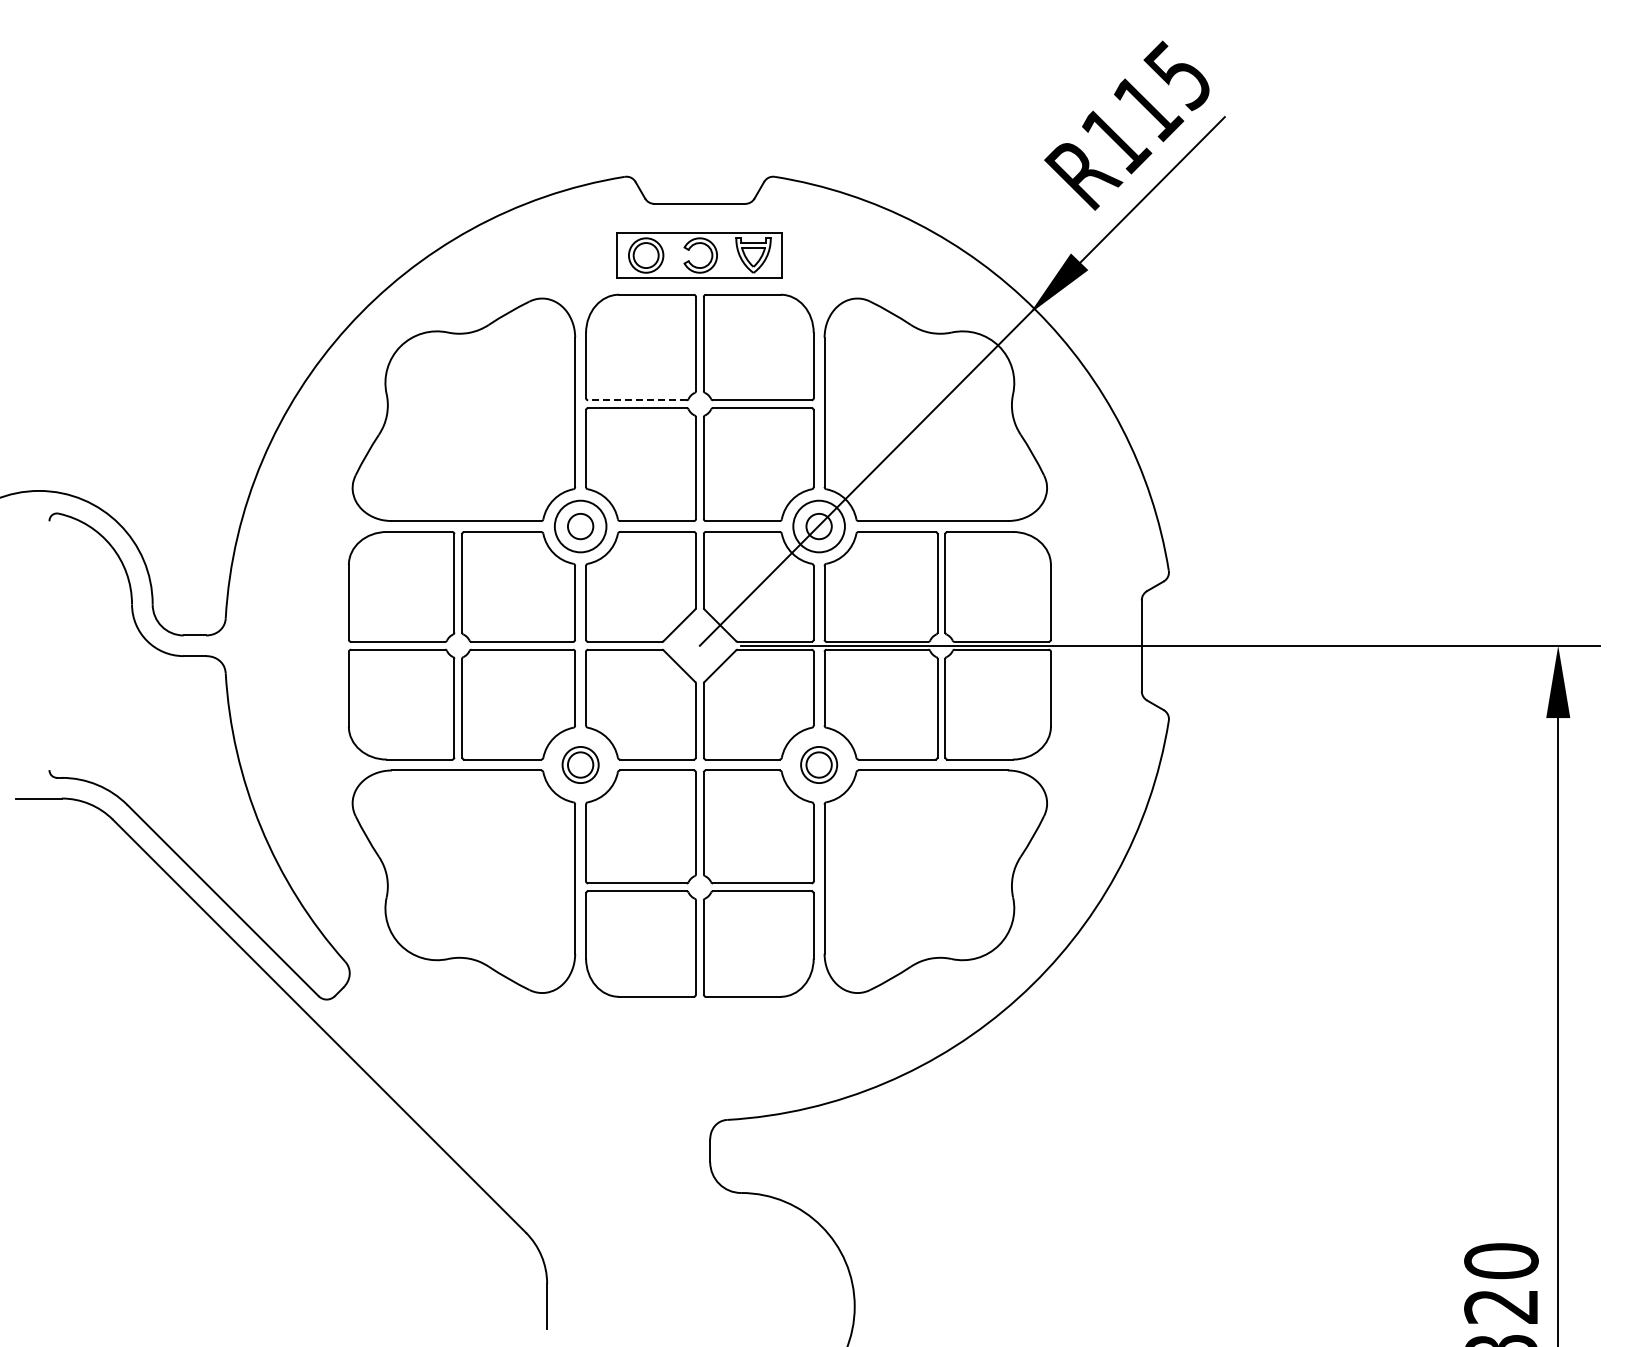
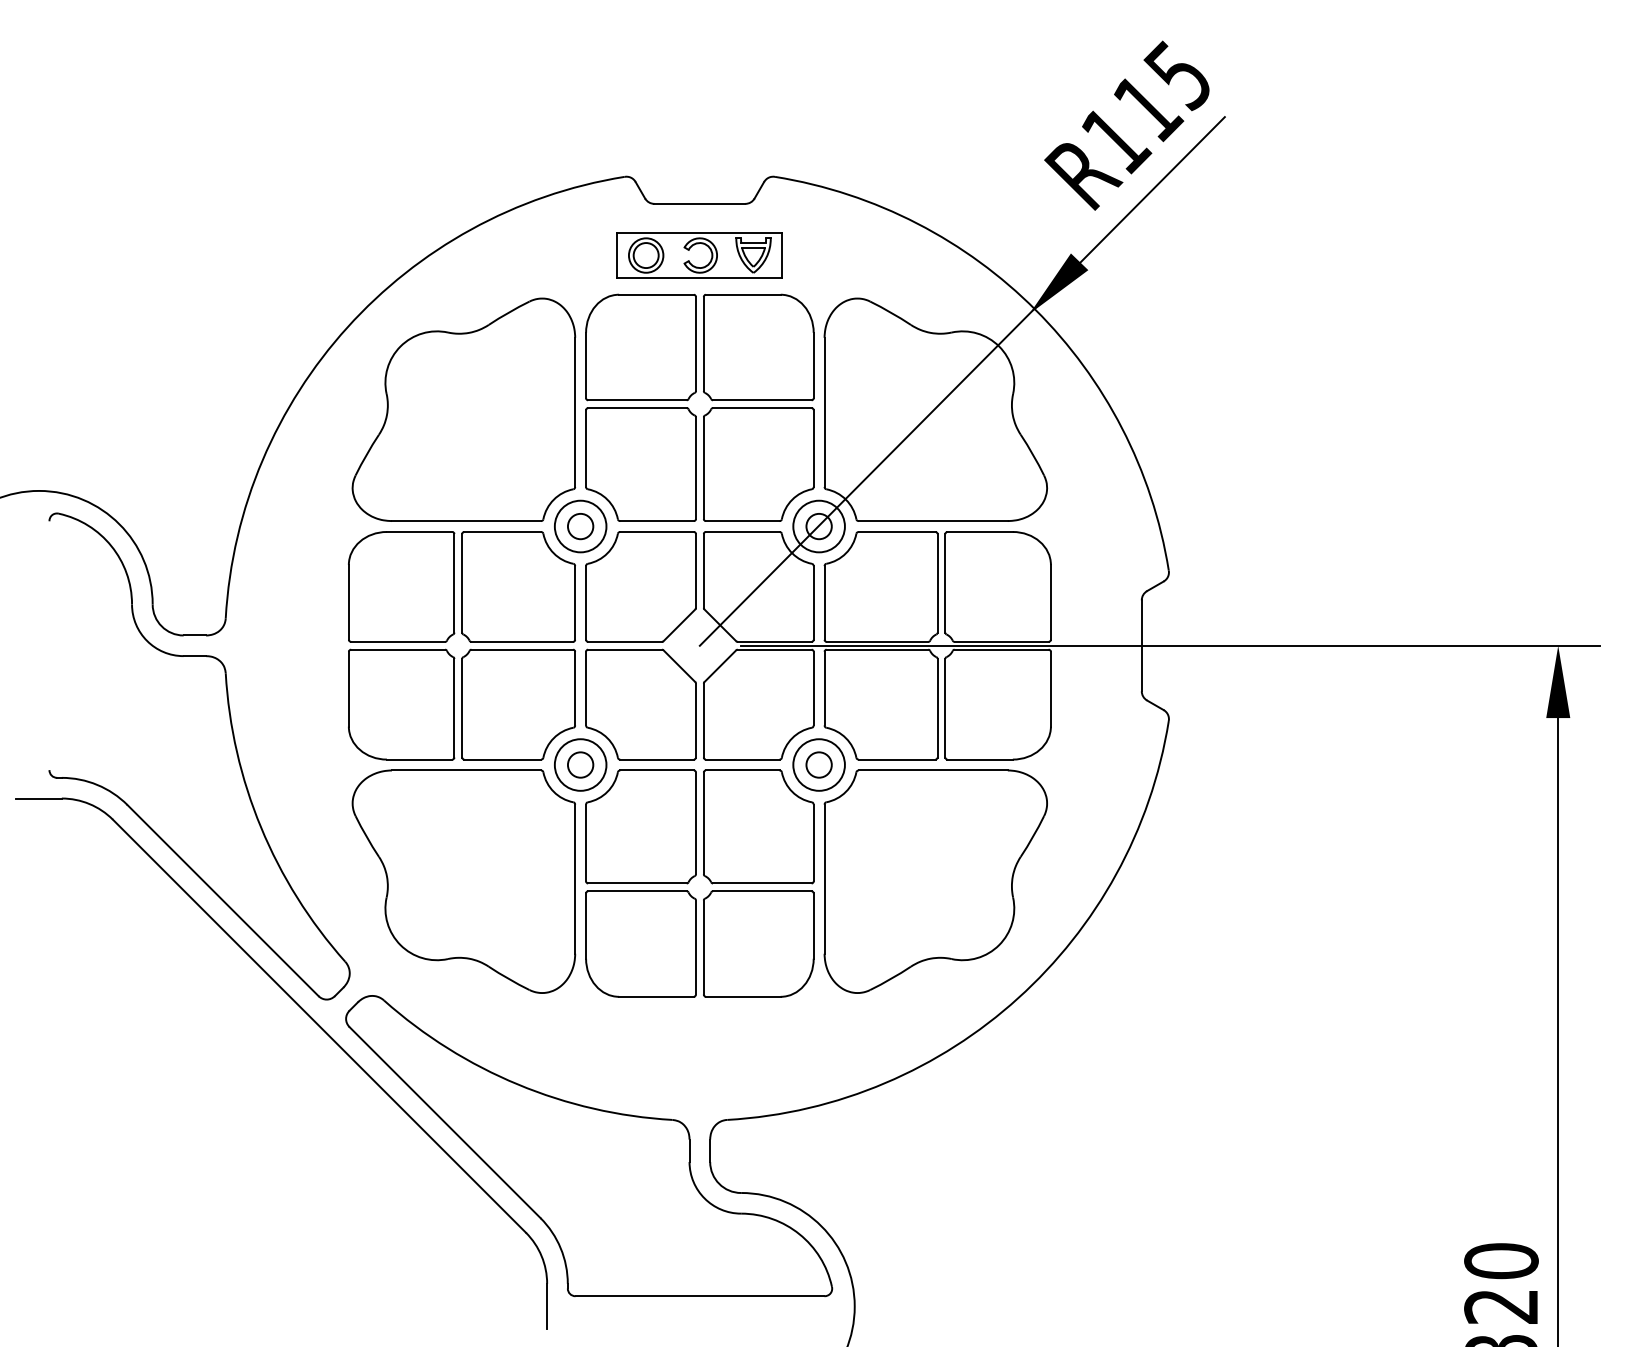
line at (636, 400): dashed -> solid
circle at (580, 764) diameter: 36 px -> 52 px
circle at (819, 764) diameter: 36 px -> 52 px
part at (589, 1146): none -> present
